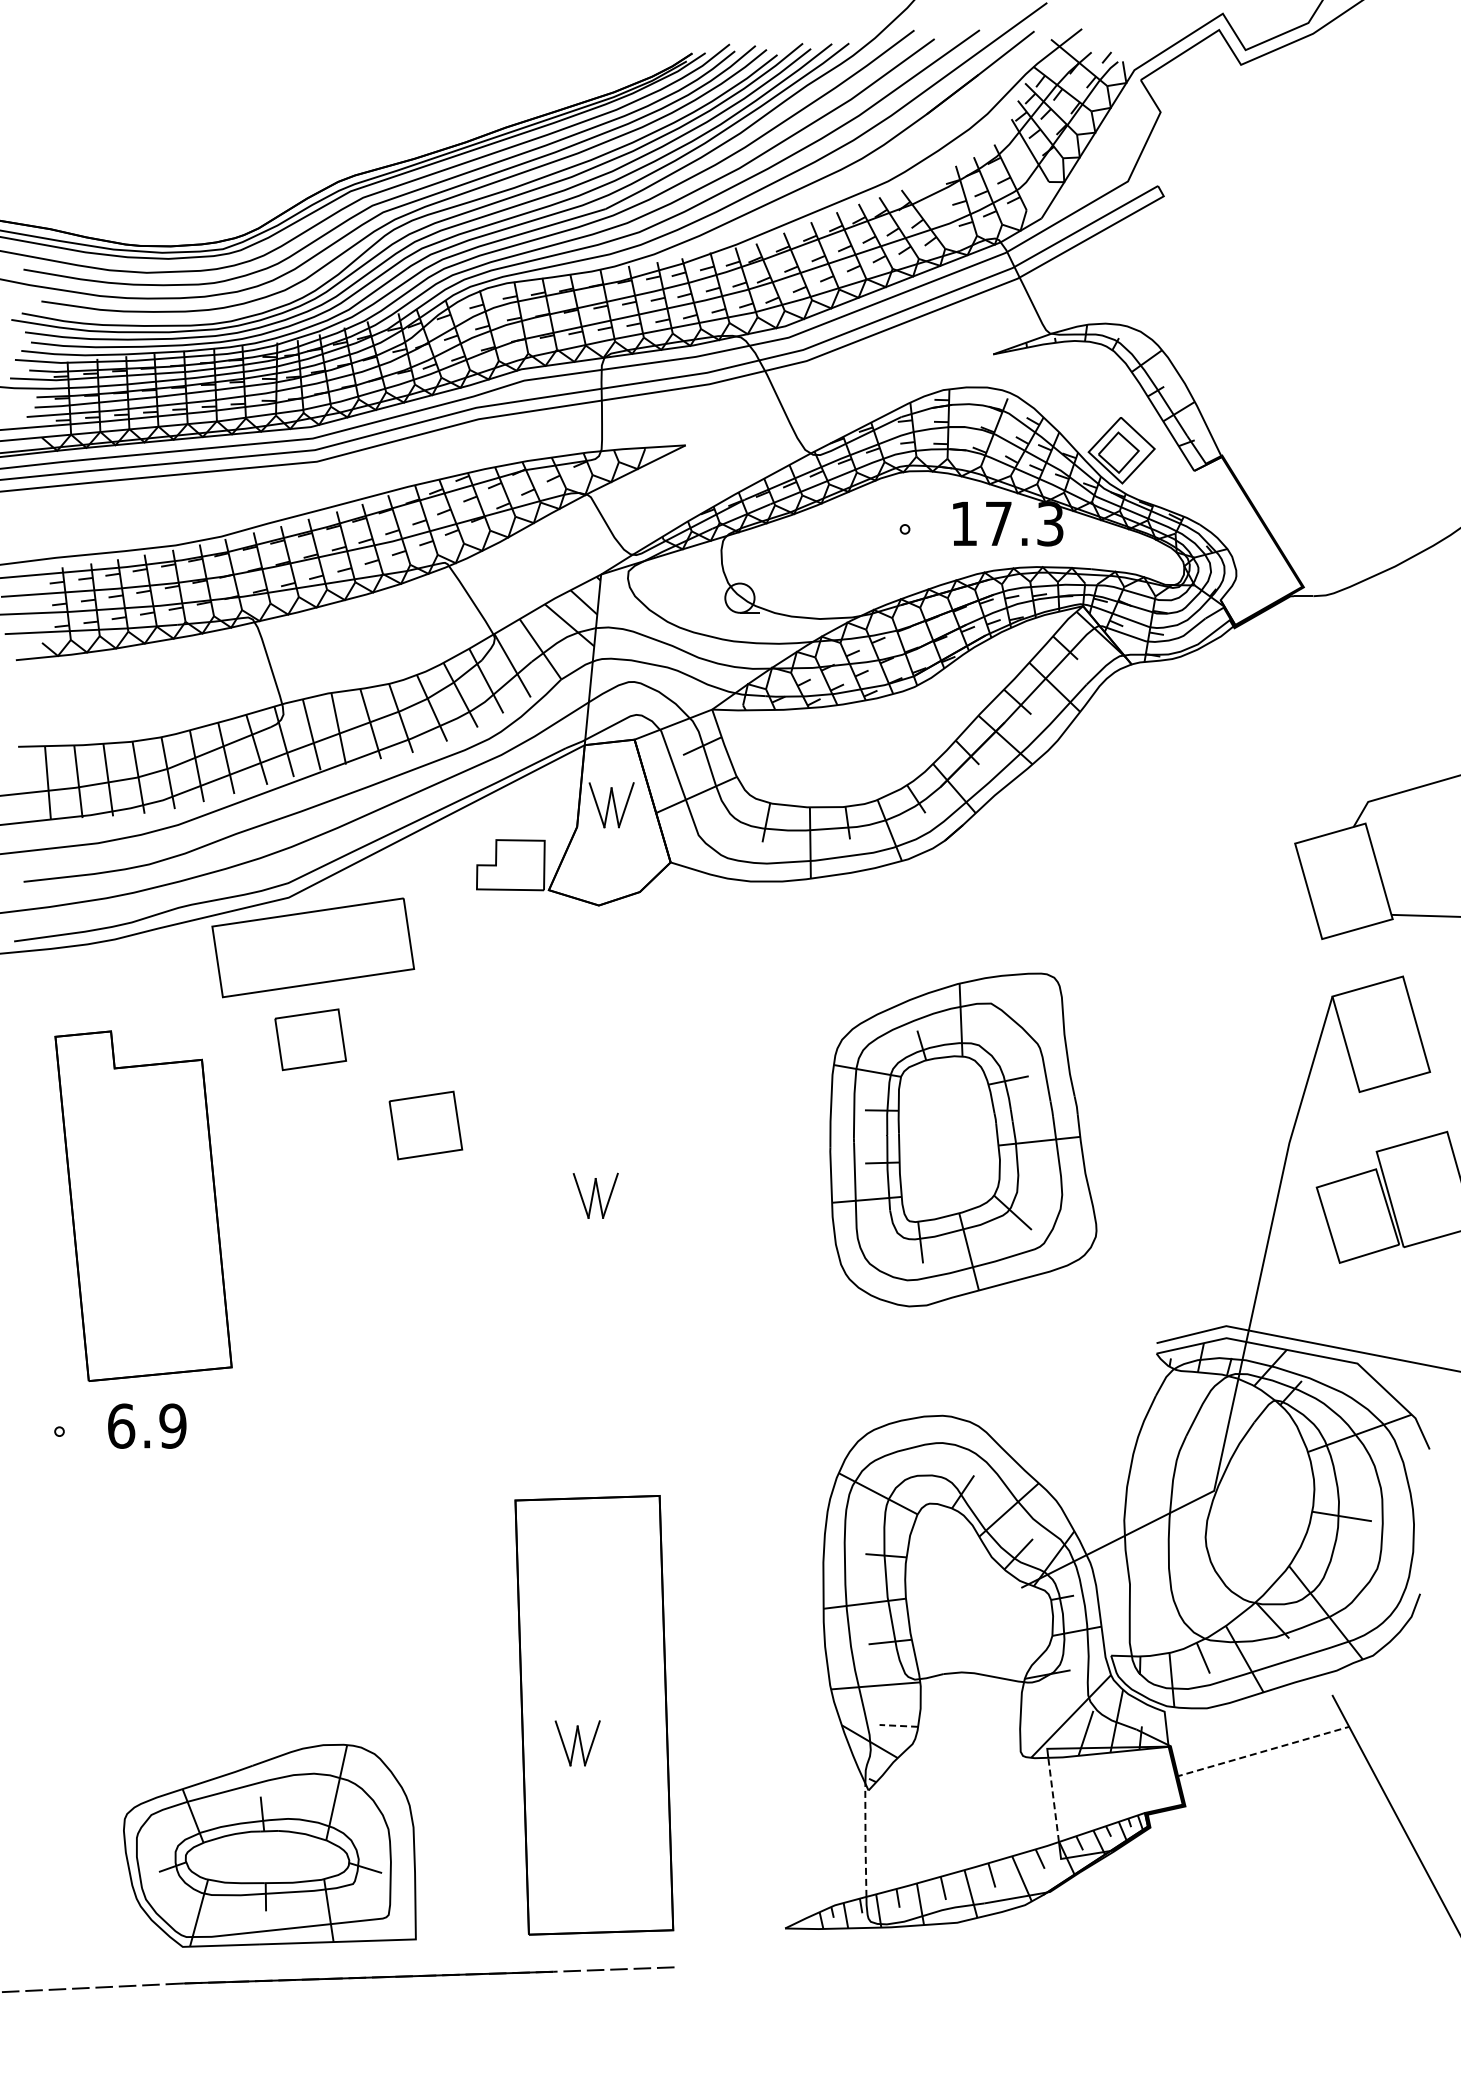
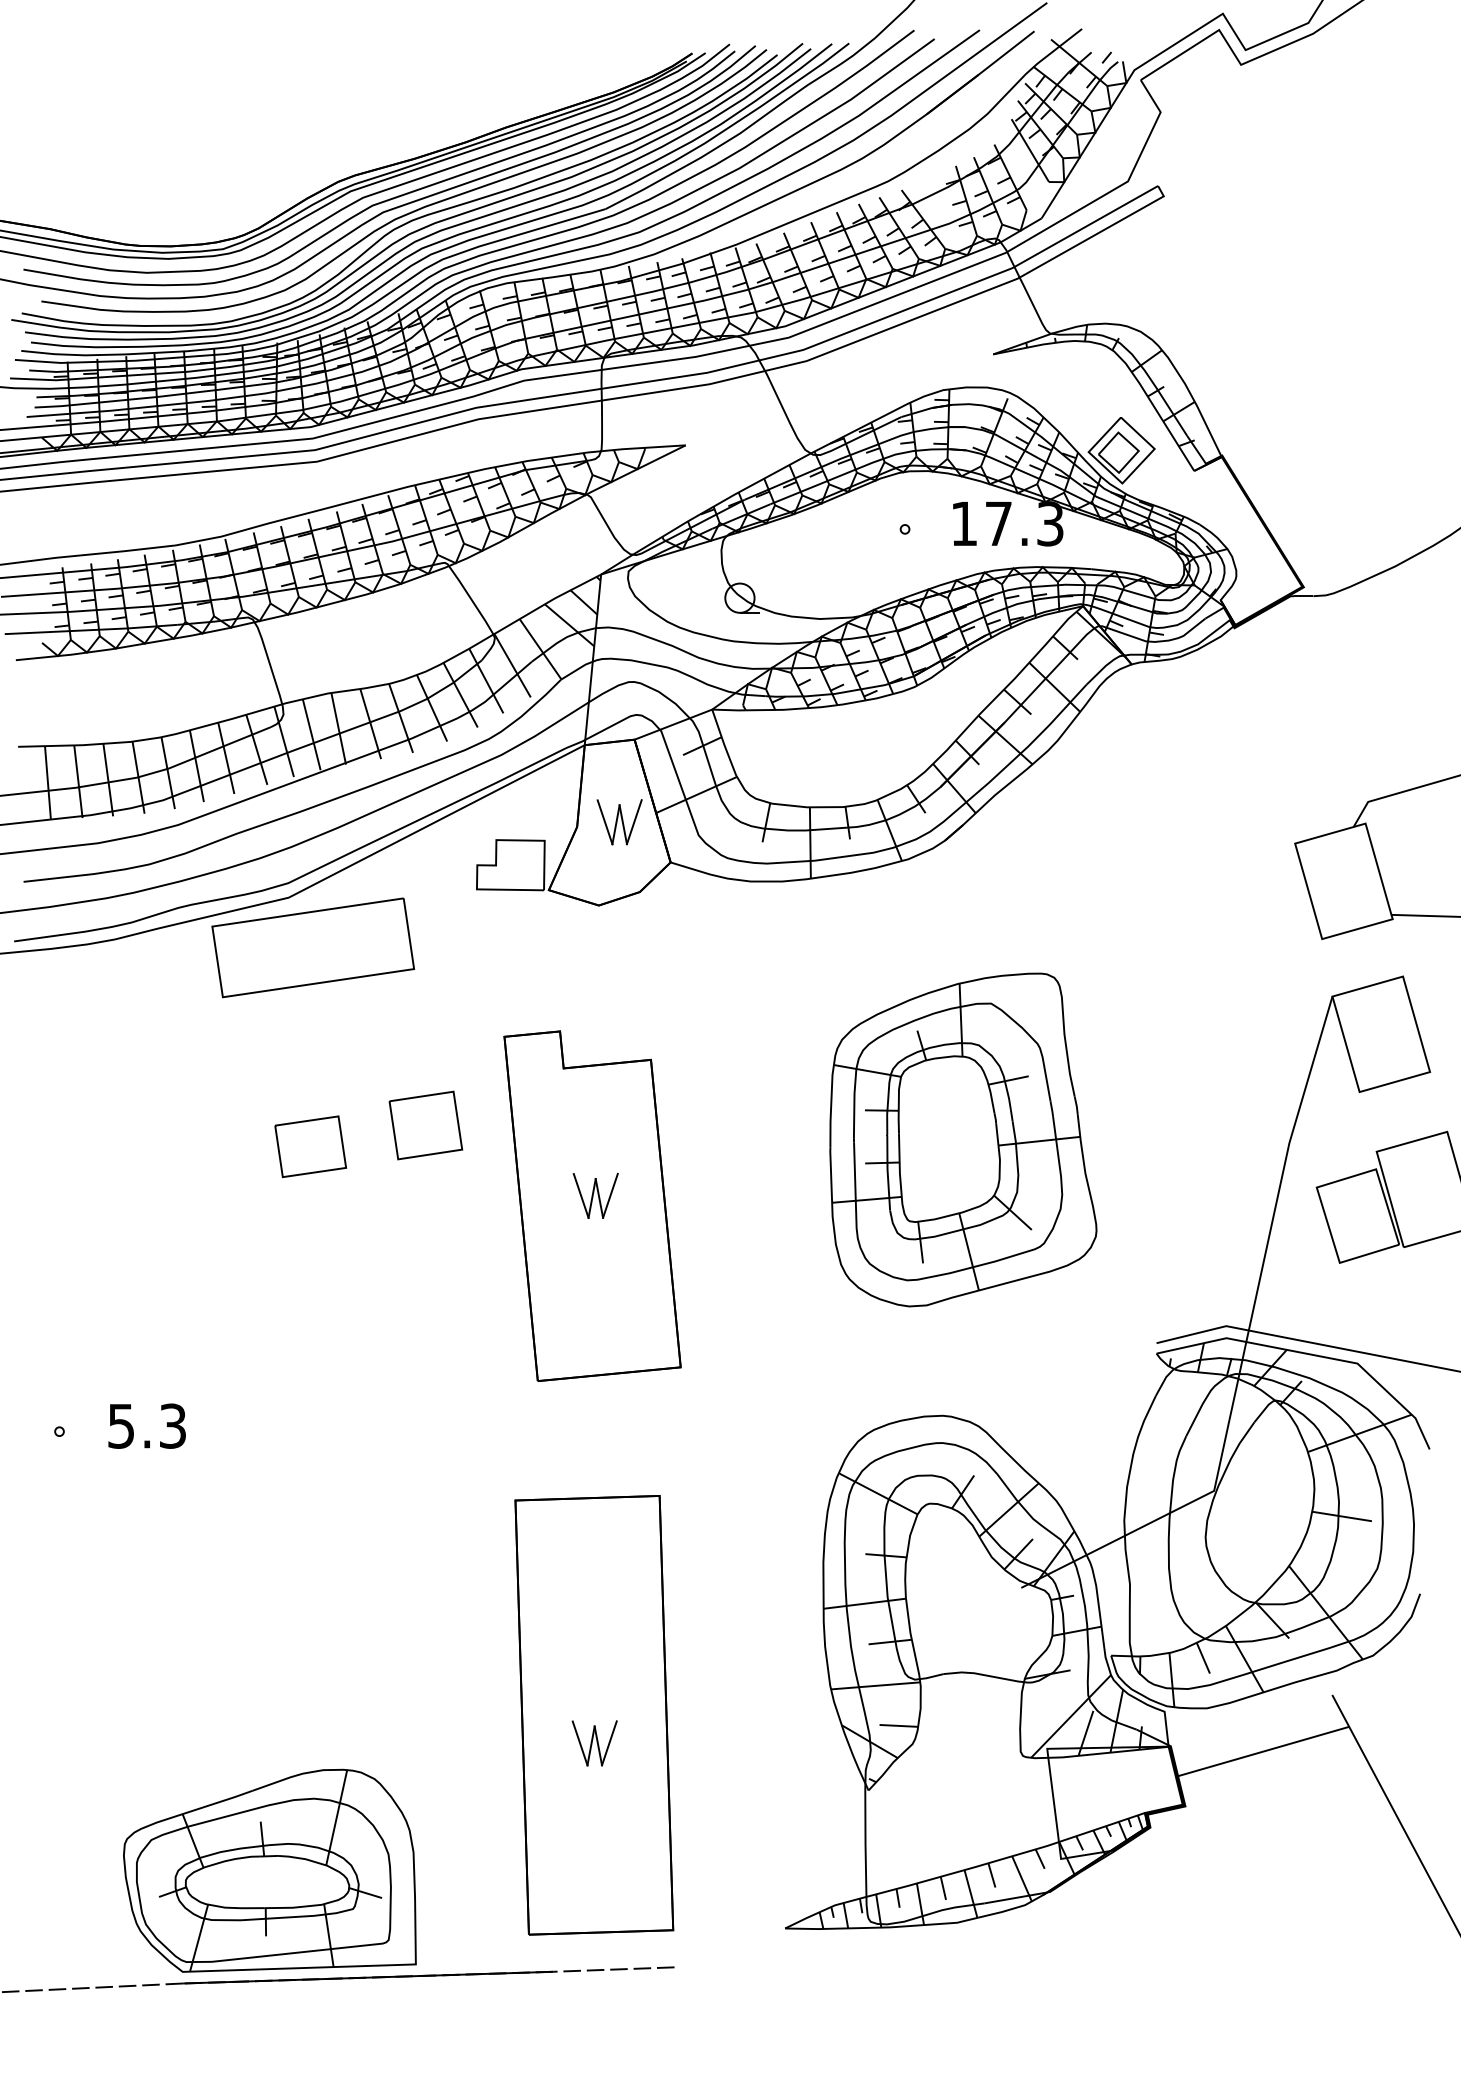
part at (611, 805) position: (611, 805) -> (619, 822)
part at (310, 1039) position: (310, 1039) -> (310, 1146)
part at (143, 1205) position: (143, 1205) -> (592, 1205)
text at (147, 1425): 6.9 -> 5.3
line at (898, 1725): dashed -> solid
part at (577, 1743) position: (577, 1743) -> (594, 1743)
line at (1263, 1751): dashed -> solid
line at (1053, 1799): dashed -> solid
line at (865, 1840): dashed -> solid
part at (269, 1845) position: (269, 1845) -> (269, 1870)
